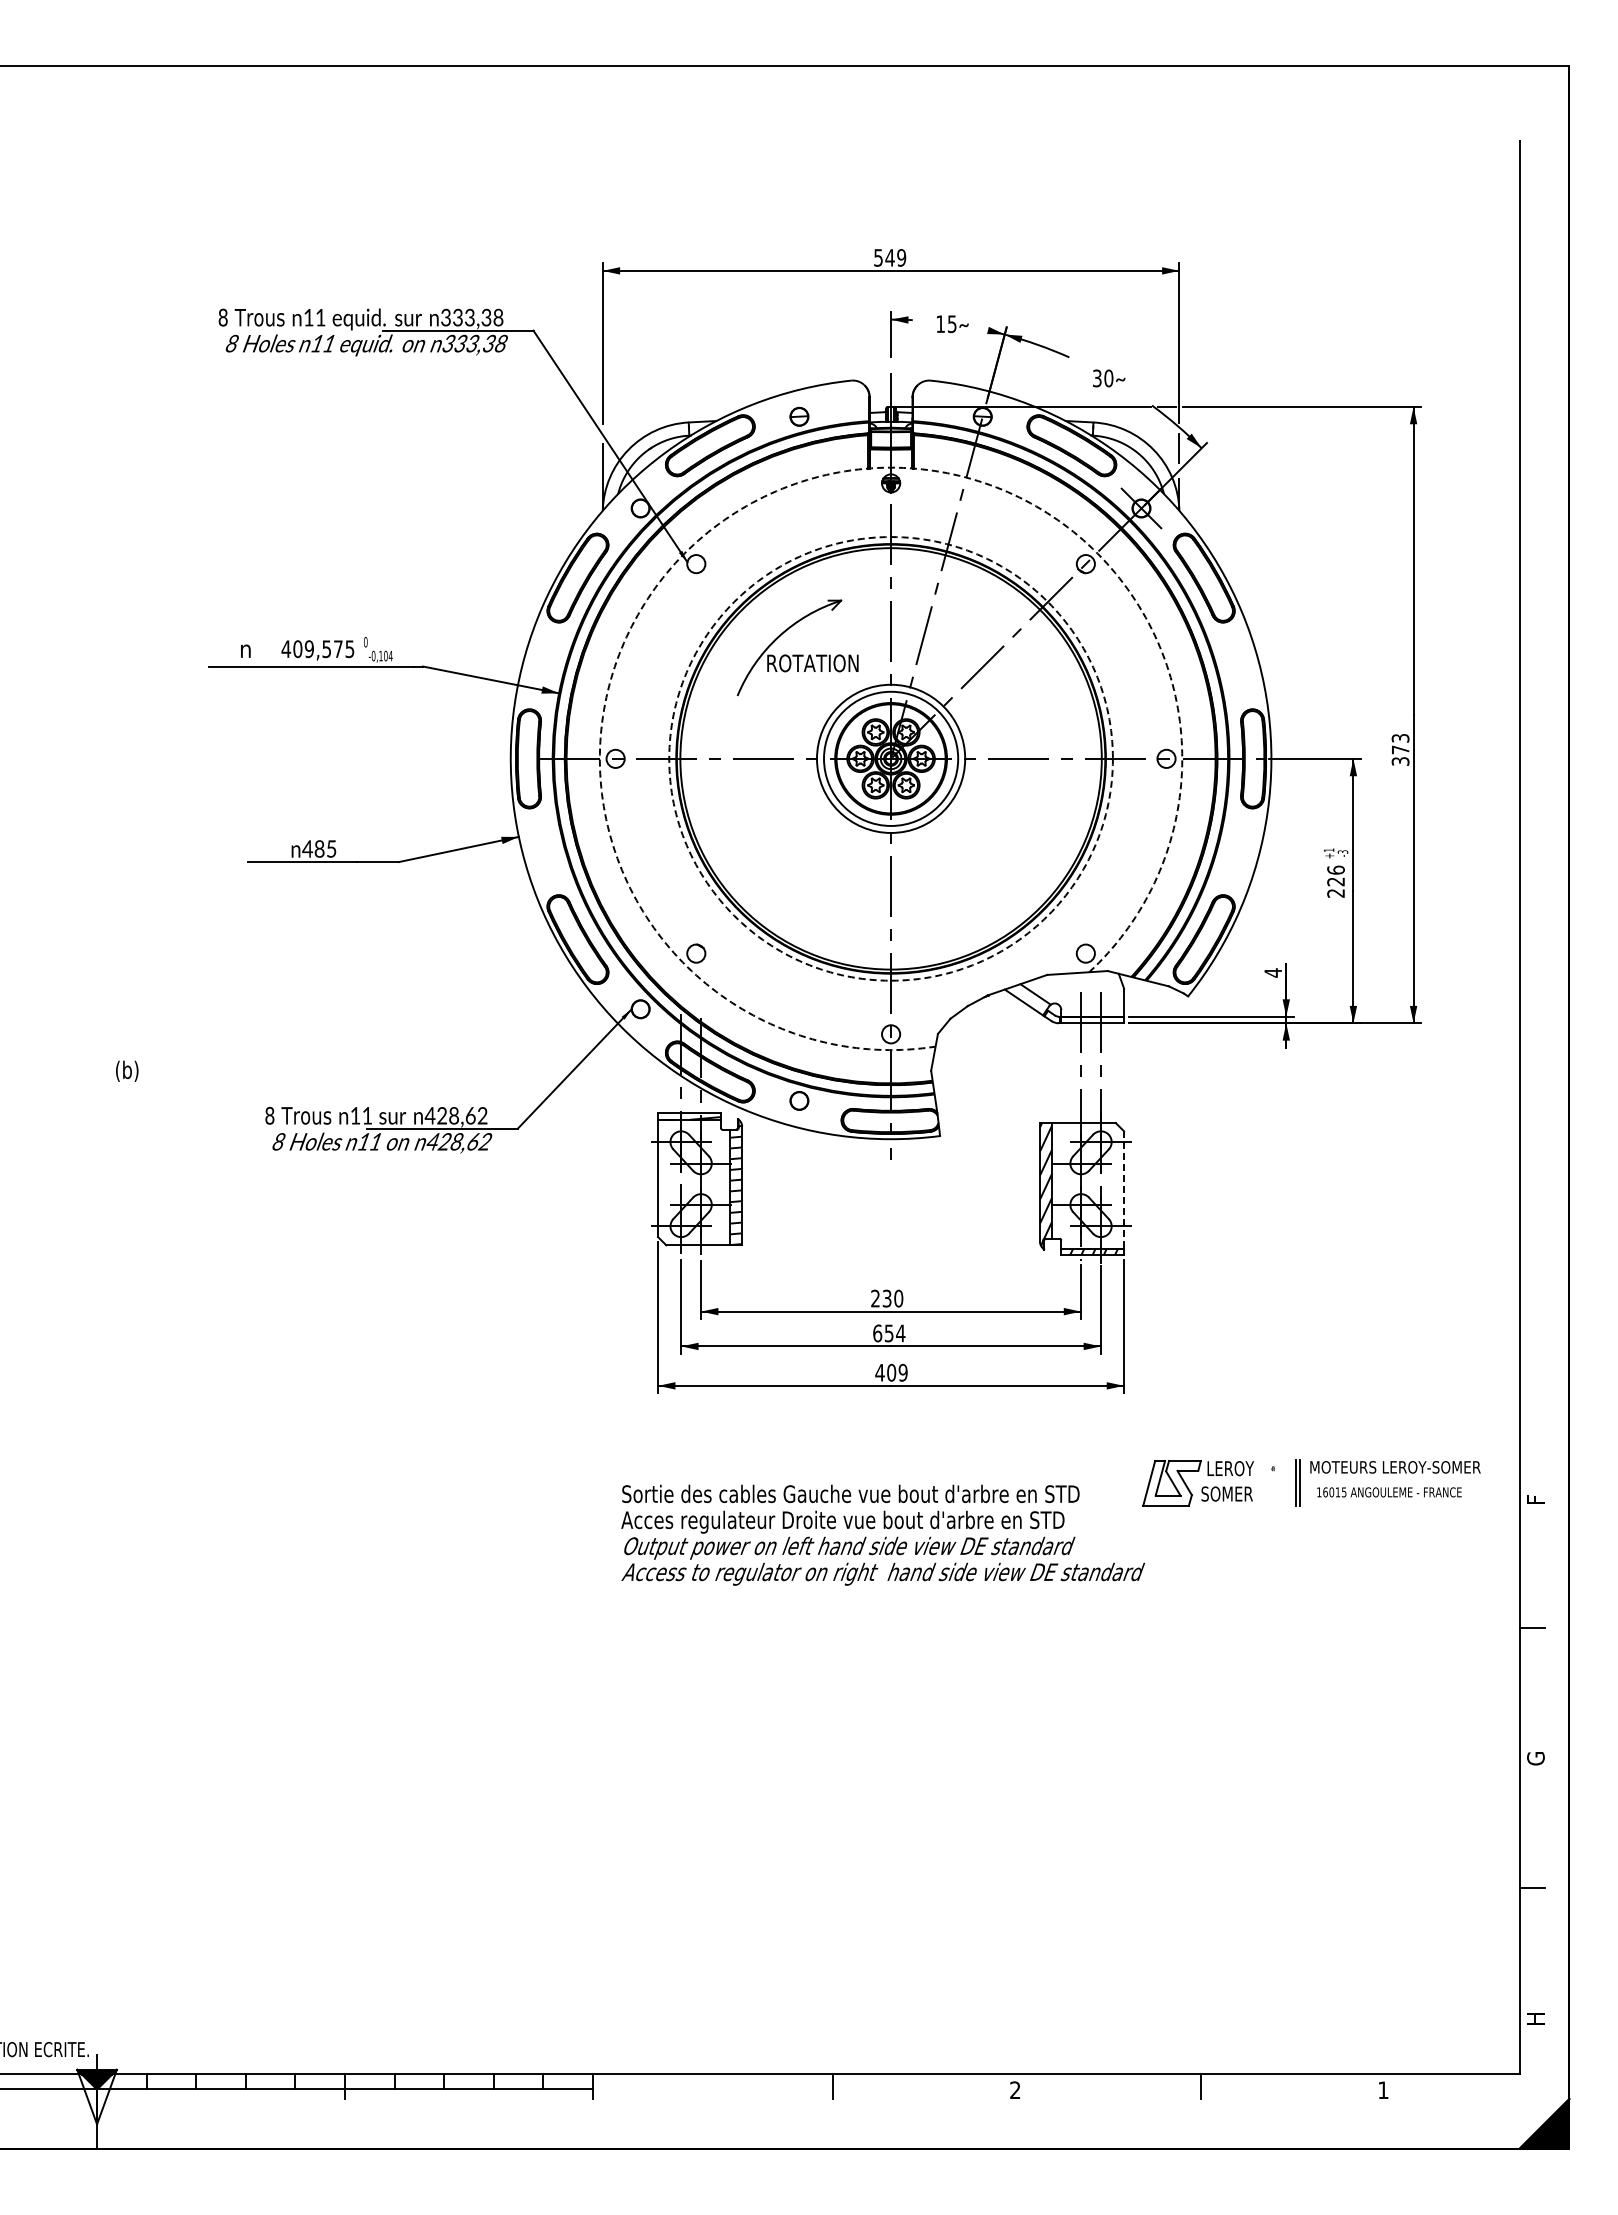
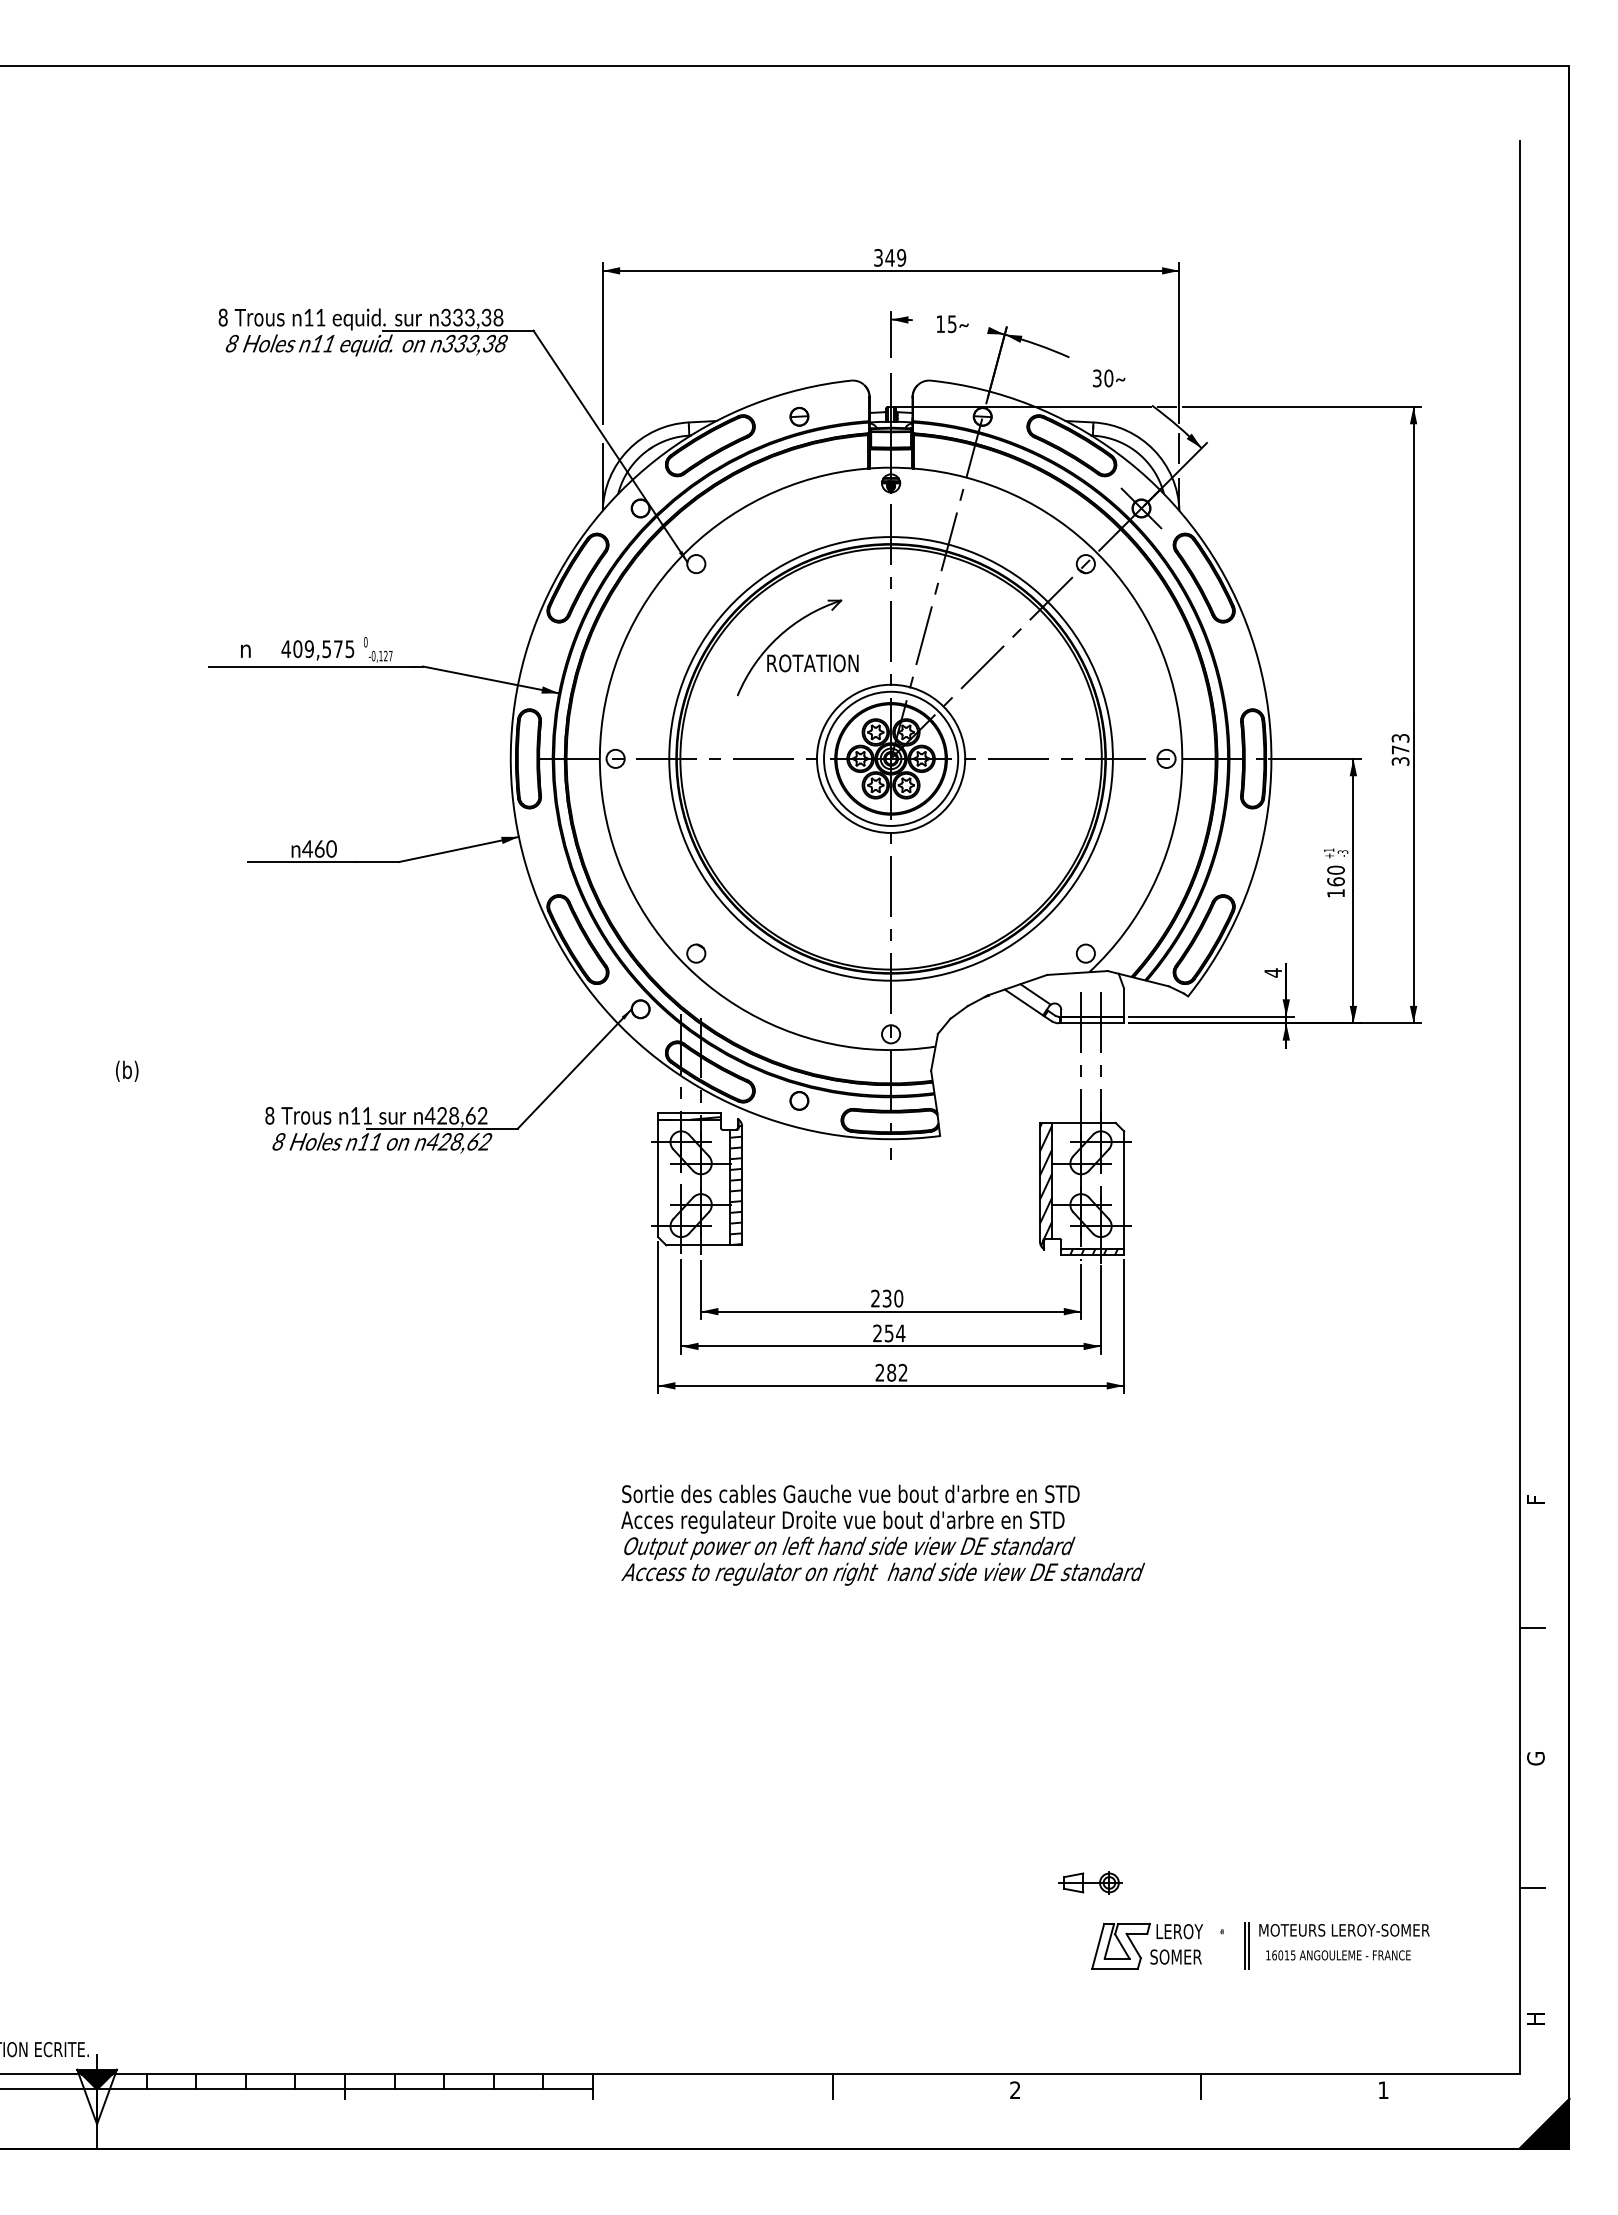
text at (878, 257): 549 -> 349
arc at (764, 496): dashed -> solid
text at (388, 656): -0,104 -> -0,127
circle at (890, 758): dashed -> solid
text at (325, 848): 485 -> 460
text at (1335, 881): 226 -> 160
line at (1124, 1190): dashed -> solid
text at (877, 1333): 654 -> 254
text at (891, 1372): 409 -> 282
part at (1317, 1487) position: (1317, 1487) -> (1266, 1950)
part at (1090, 1882): none -> present
